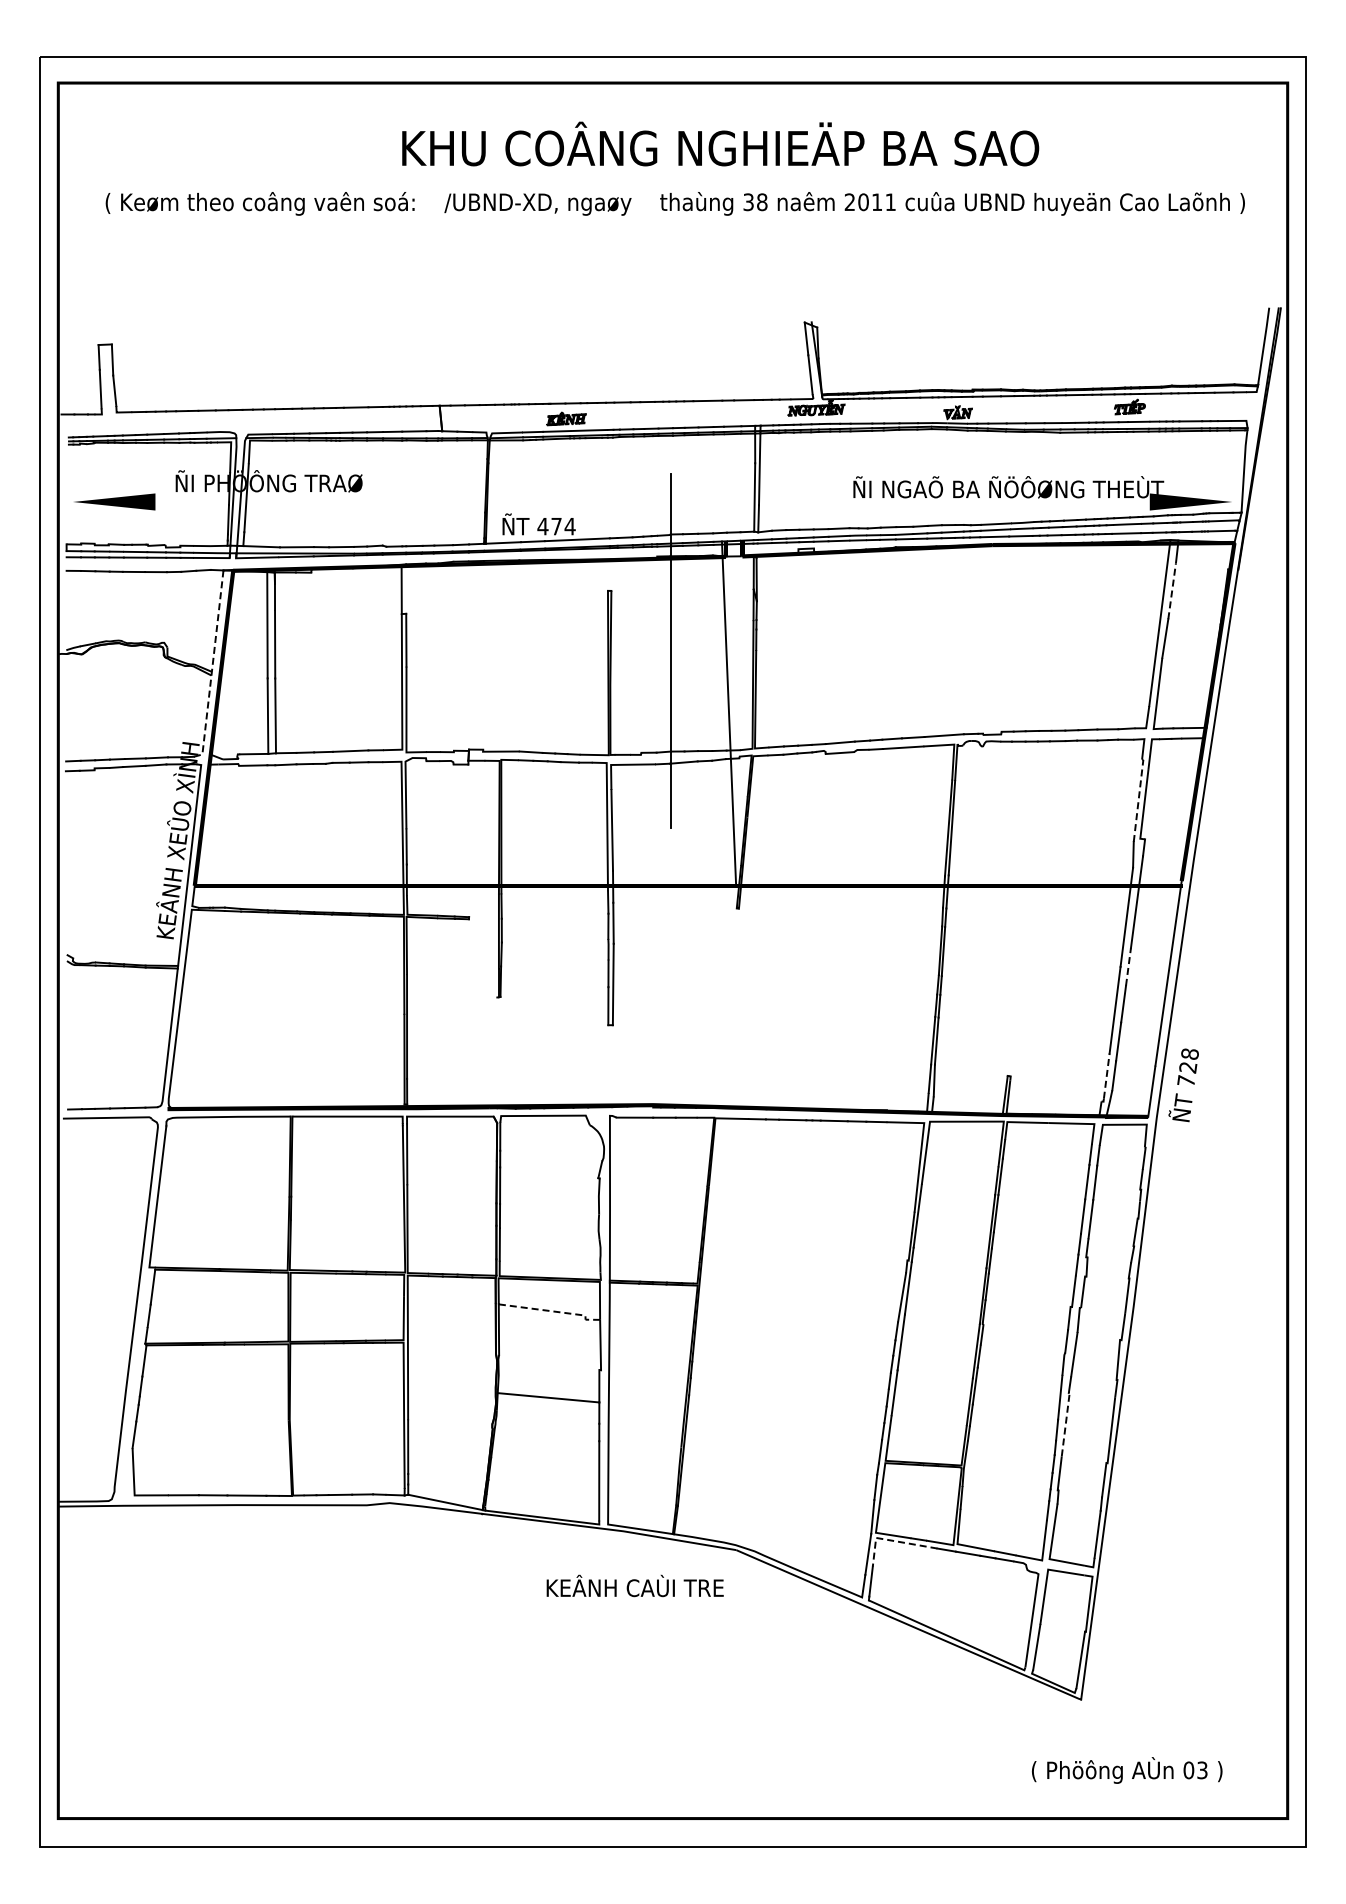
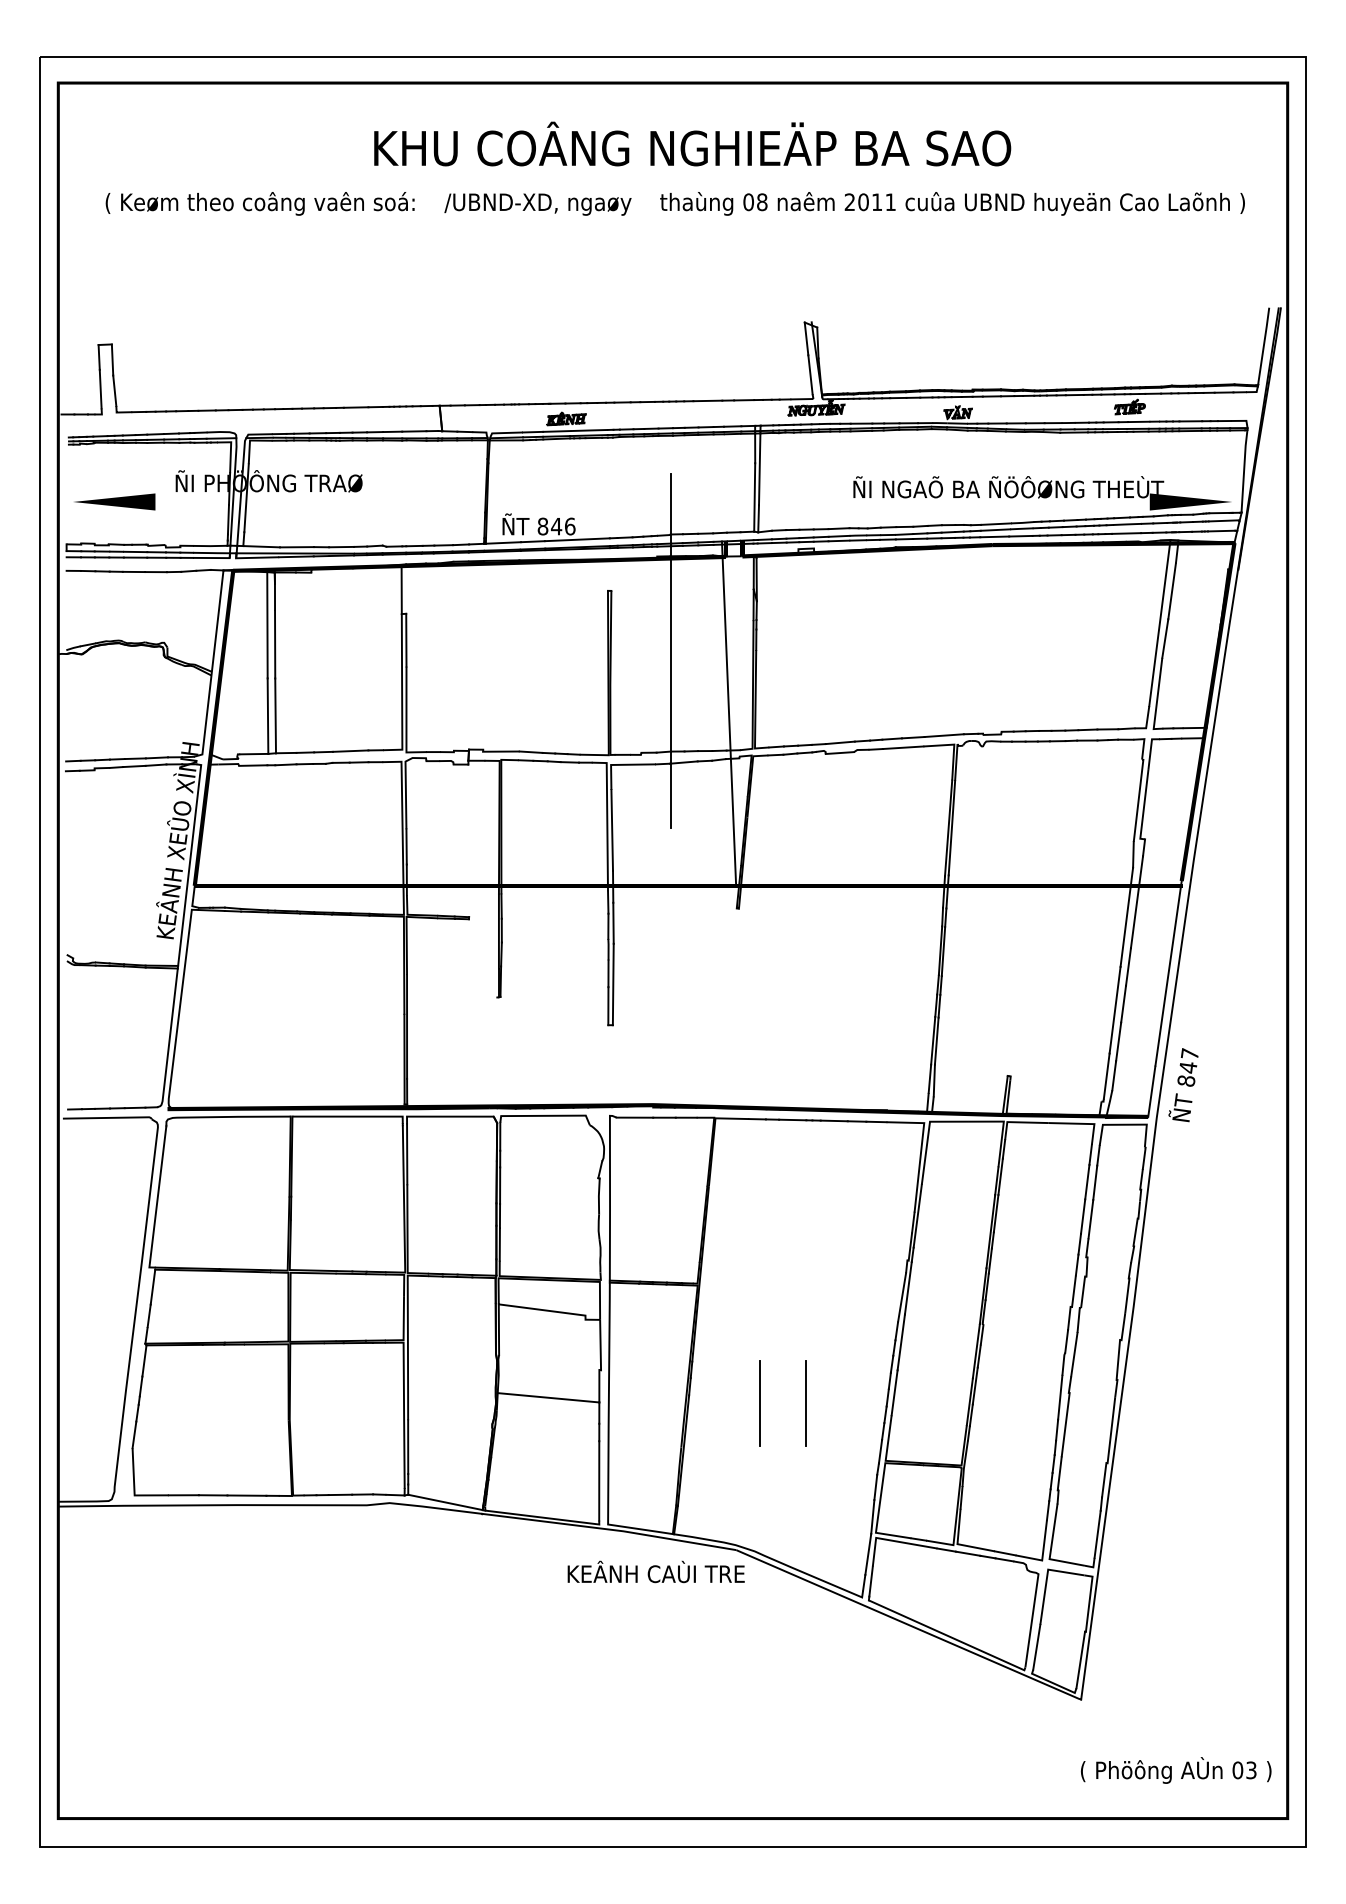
text at (720, 143) position: (720, 143) -> (692, 143)
text at (748, 202): 38 -> 08
text at (556, 526): 474 -> 846
line at (1172, 590): dashed -> solid
line at (212, 666): dashed -> solid
line at (1138, 799): dashed -> solid
line at (1128, 967): dashed -> solid
text at (1187, 1067): 728 -> 847
line at (1106, 1076): dashed -> solid
line at (552, 1311): dashed -> solid
line at (760, 1403): none -> present
line at (805, 1403): none -> present
line at (1065, 1424): dashed -> solid
line at (891, 1540): dashed -> solid
text at (634, 1585) position: (634, 1585) -> (655, 1571)
text at (1127, 1770) position: (1127, 1770) -> (1176, 1770)
